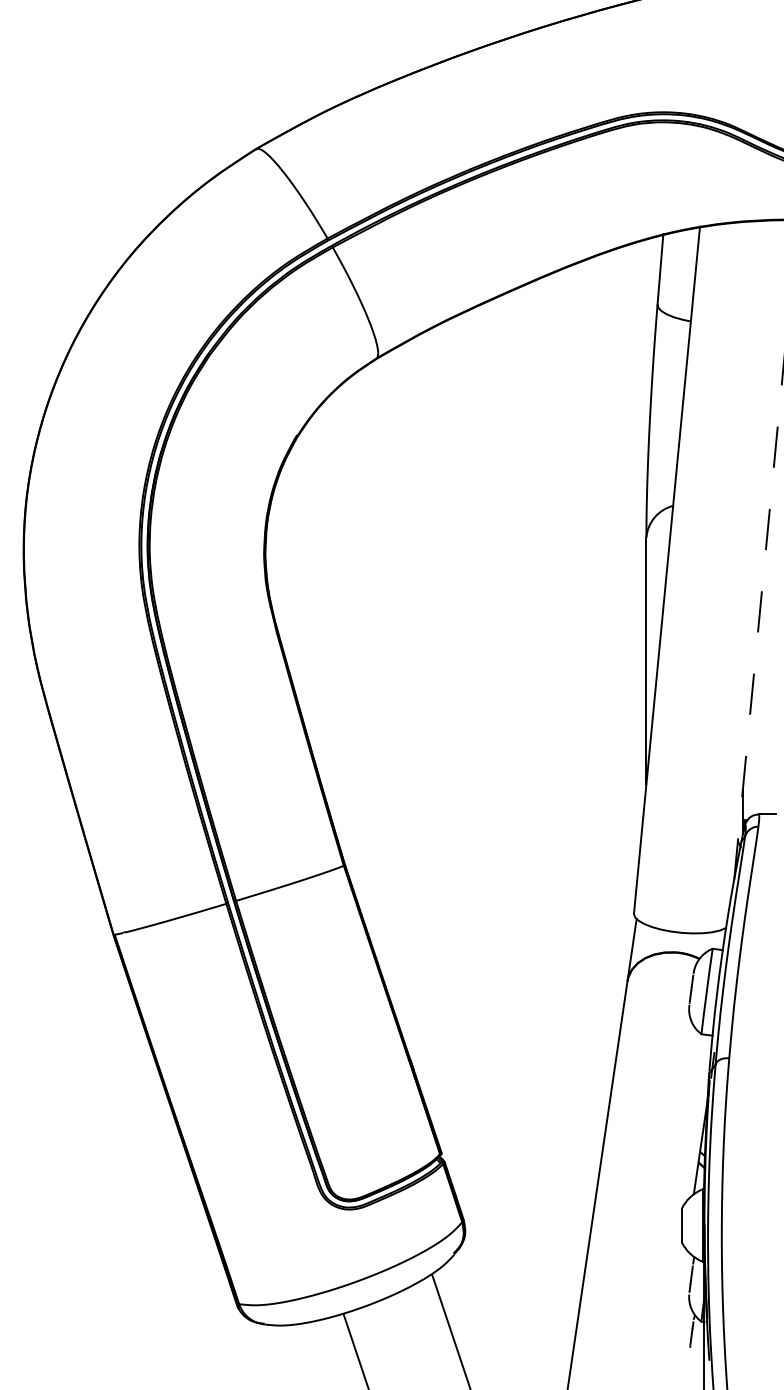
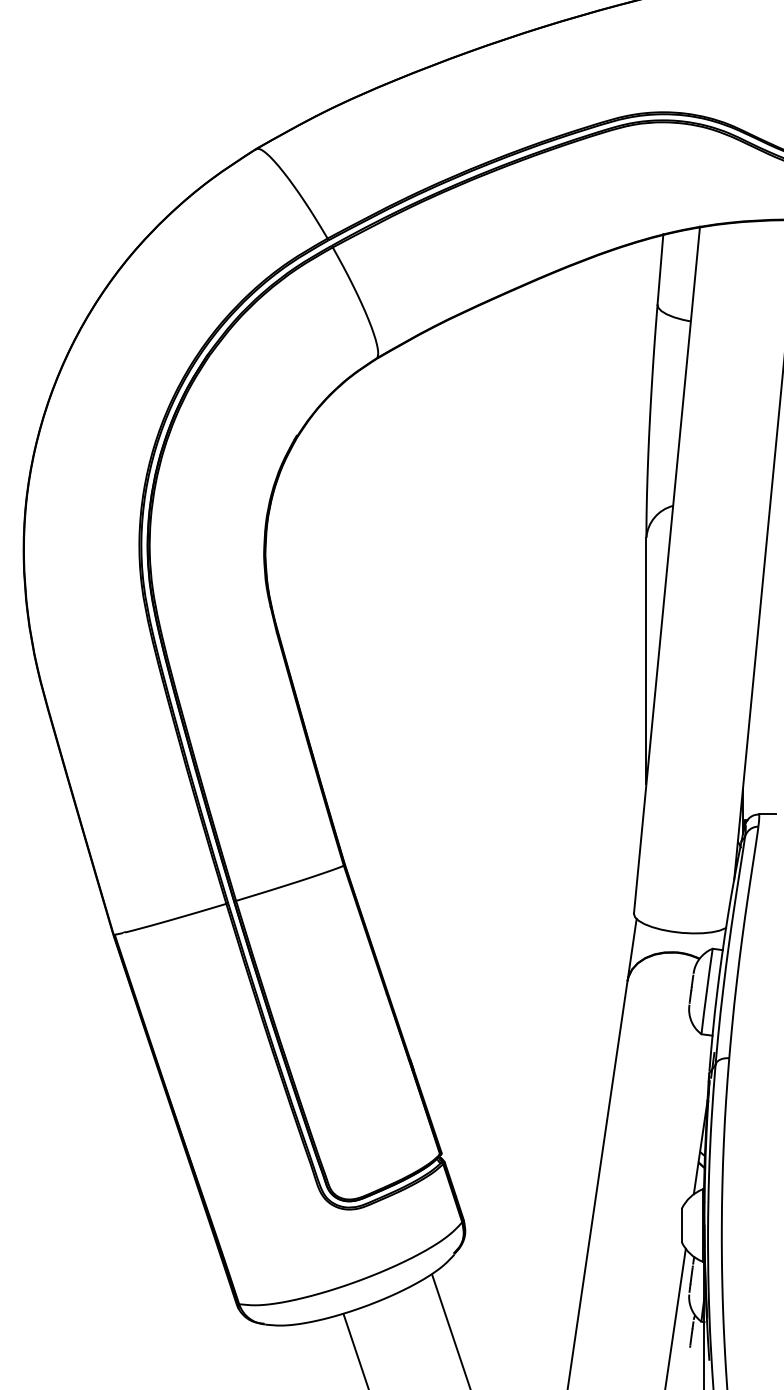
line at (759, 620): dashed -> solid
line at (675, 1317): none -> present
